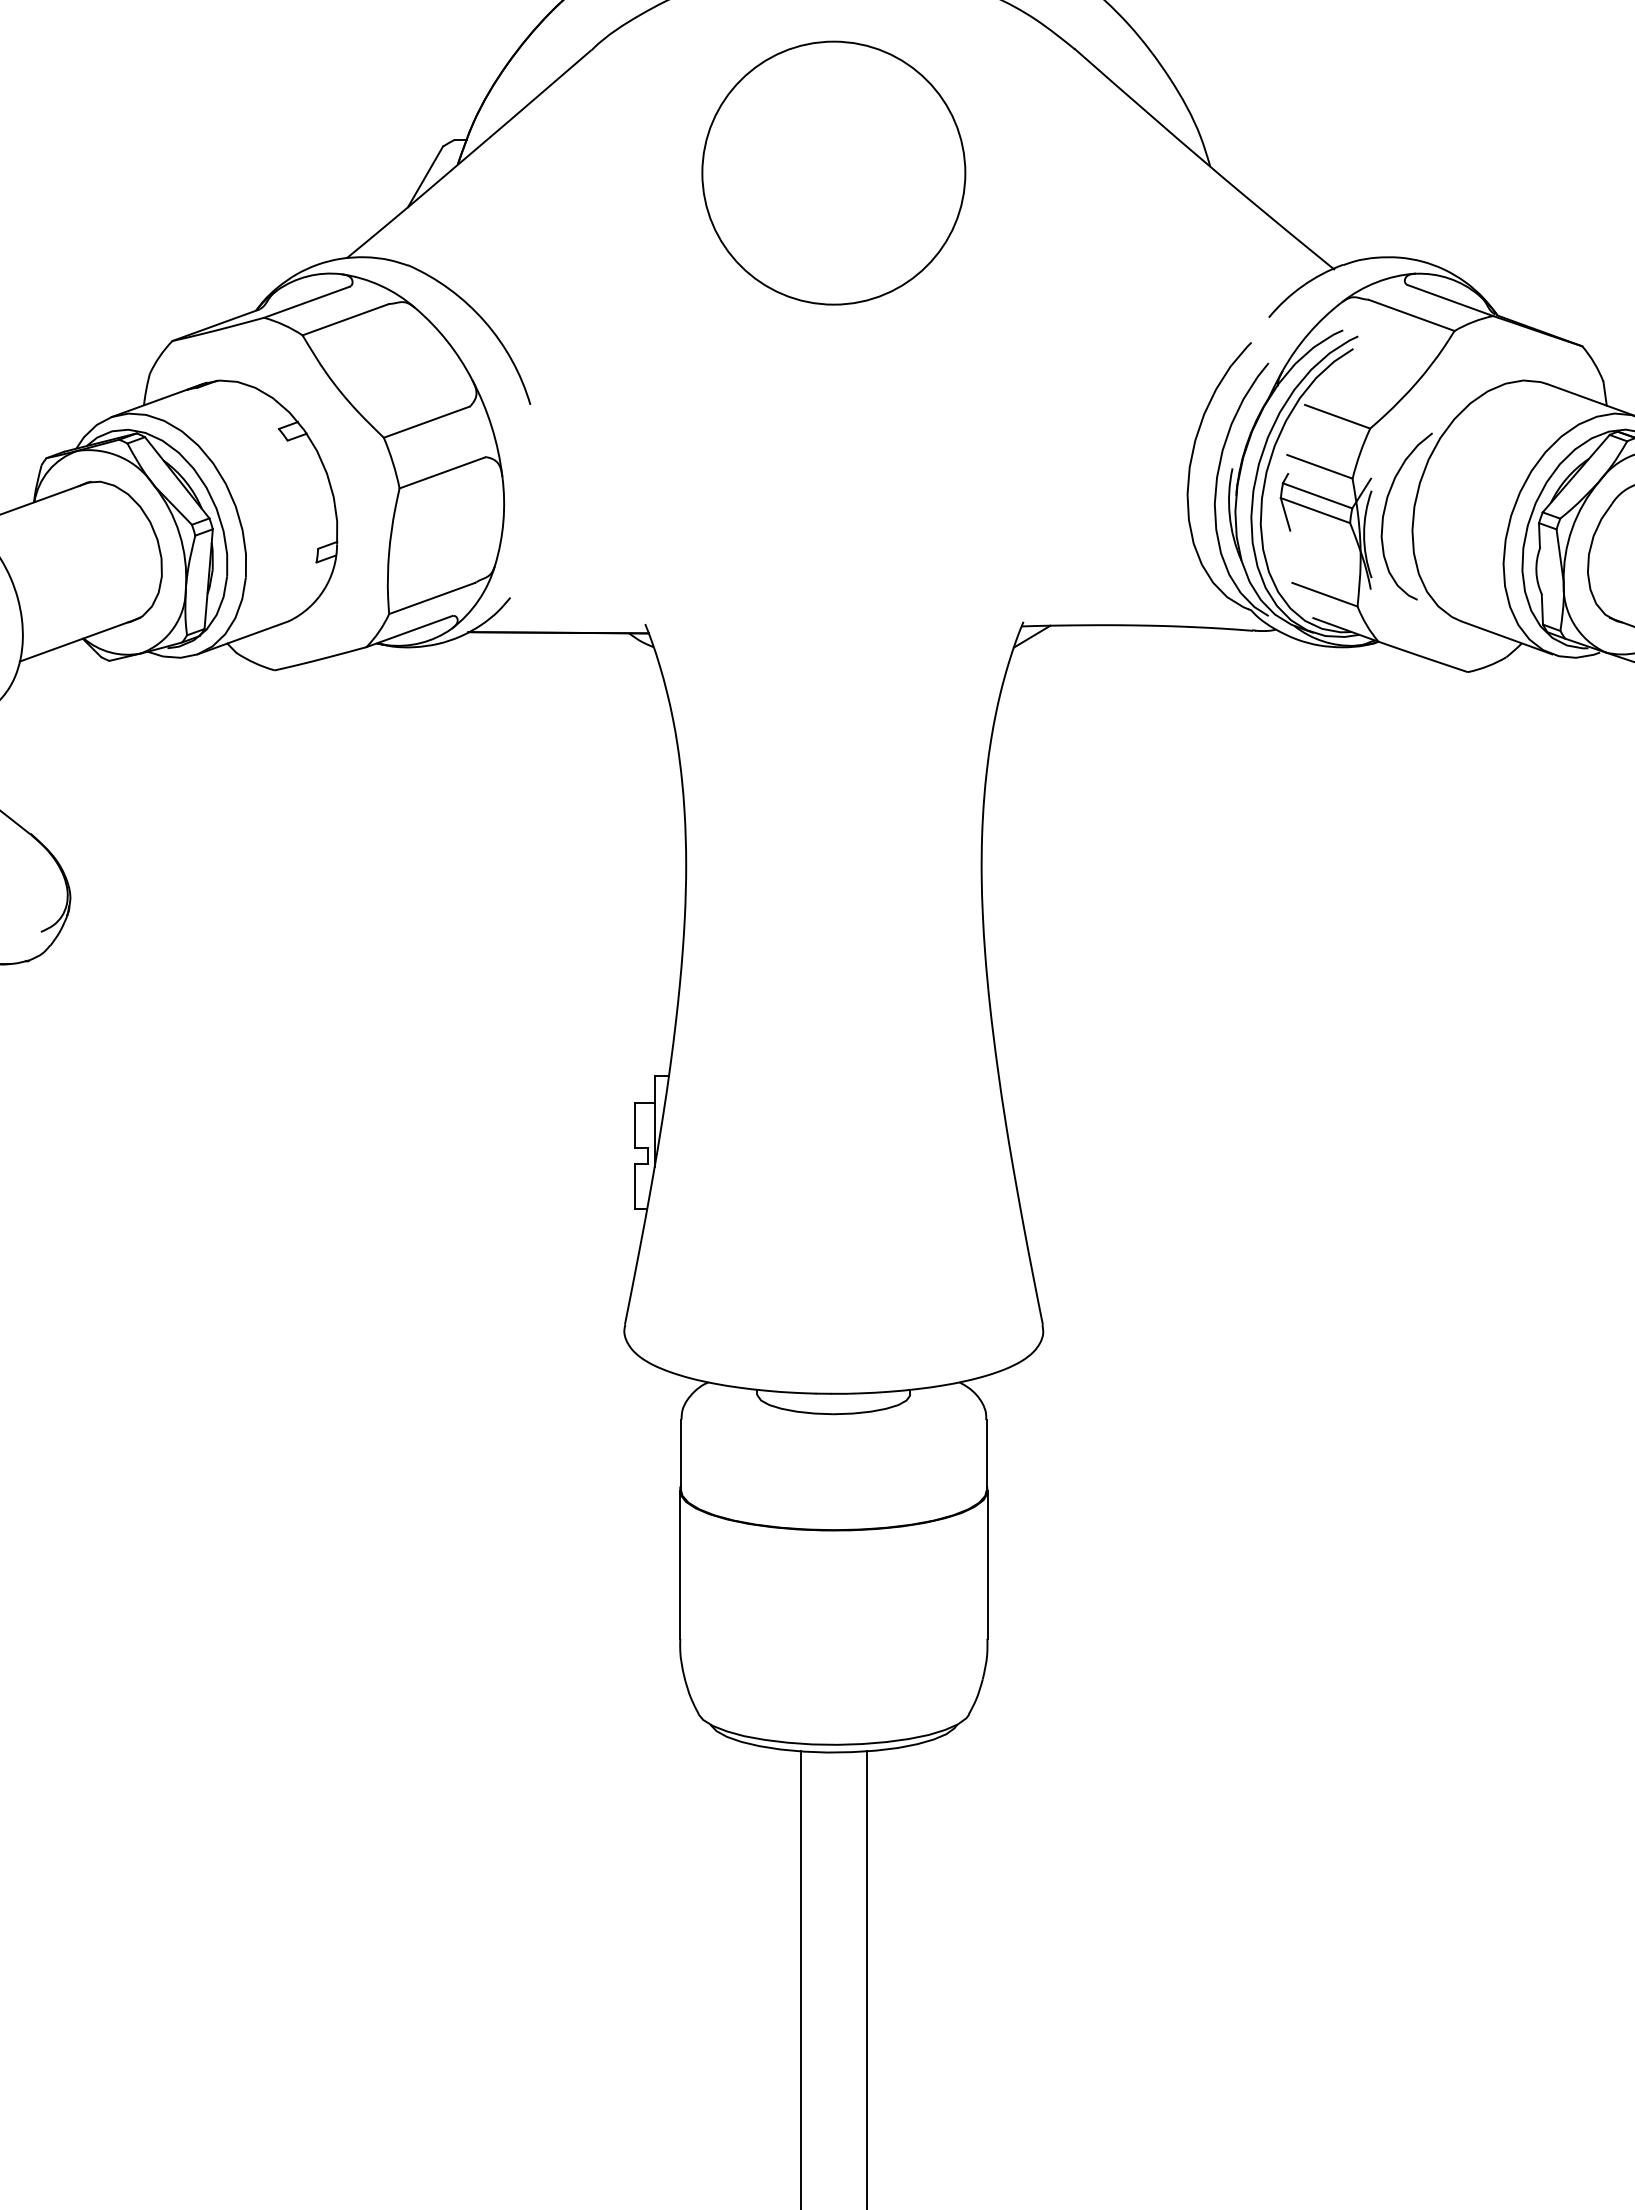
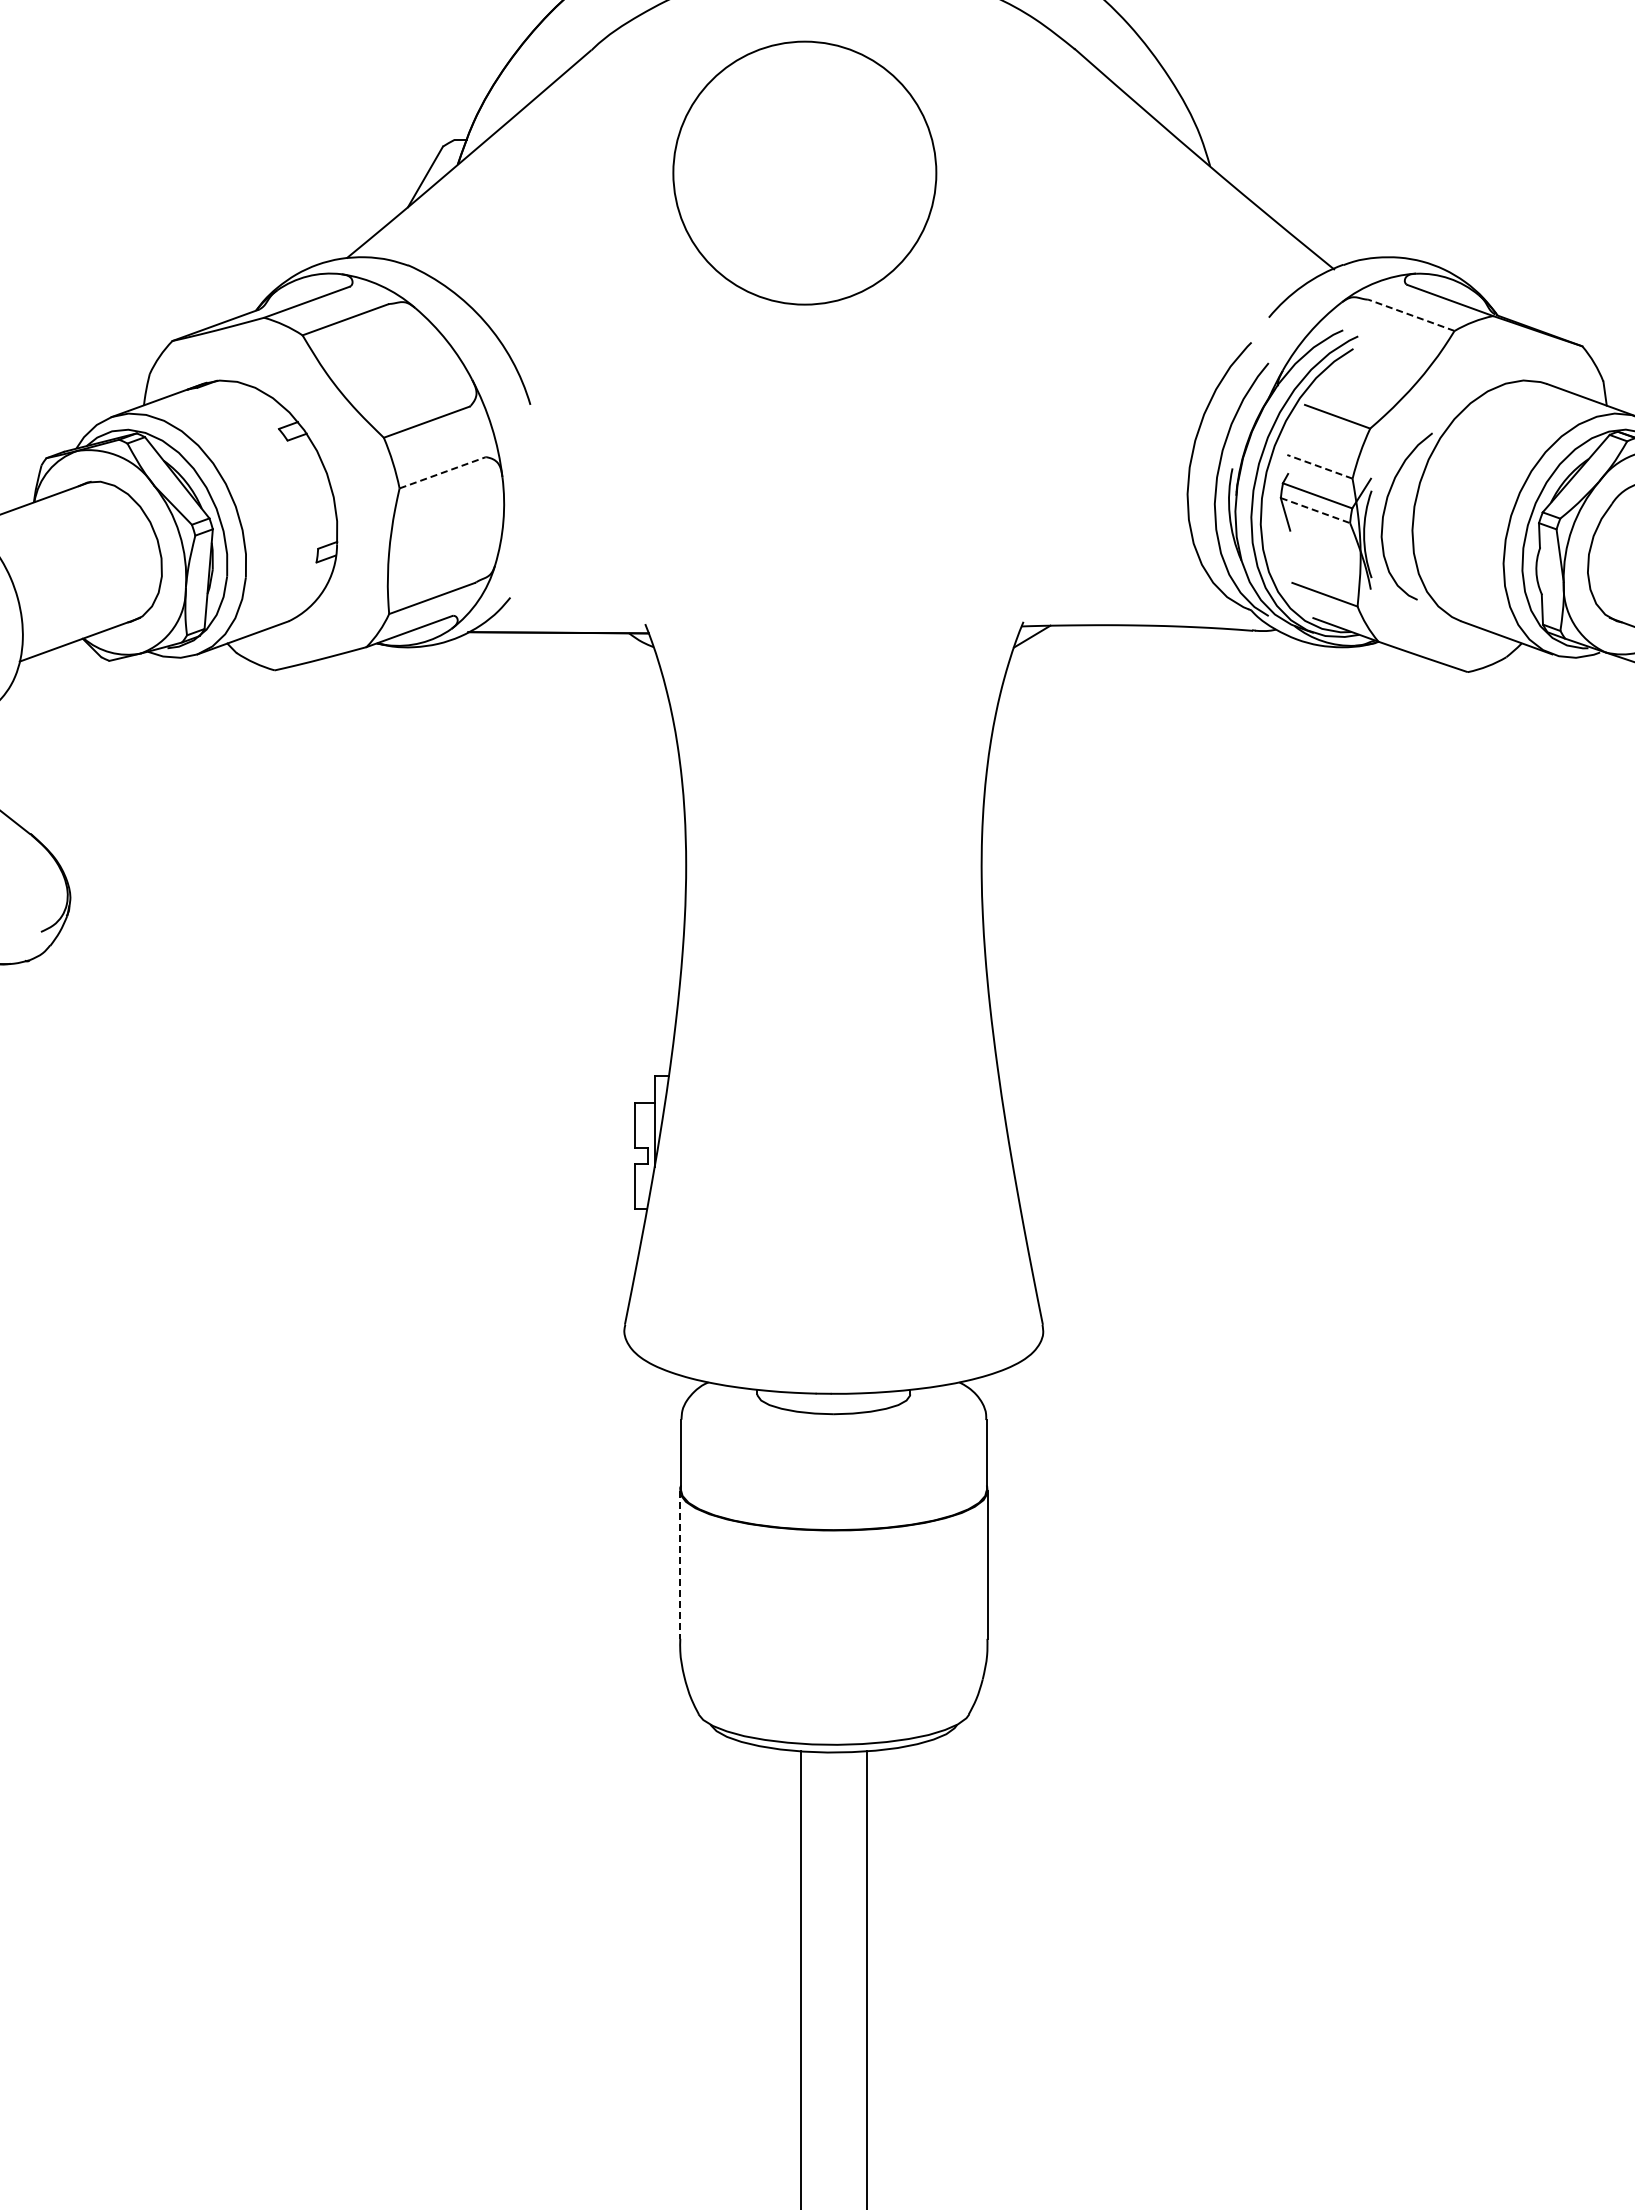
circle at (833, 172) position: (833, 172) -> (804, 172)
line at (1411, 315): solid -> dashed
line at (1319, 466): solid -> dashed
line at (442, 472): solid -> dashed
line at (1315, 510): solid -> dashed
line at (679, 1565): solid -> dashed
